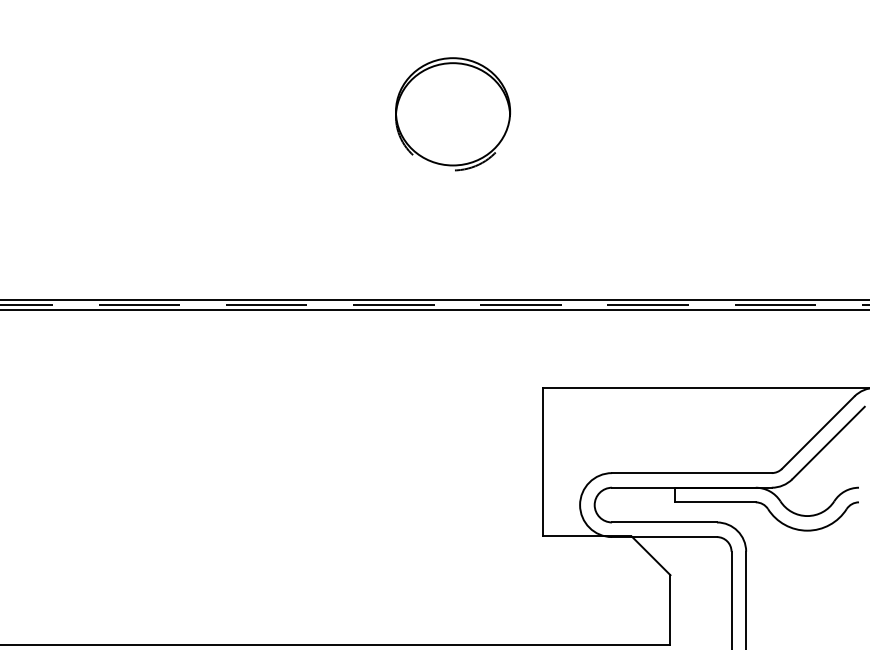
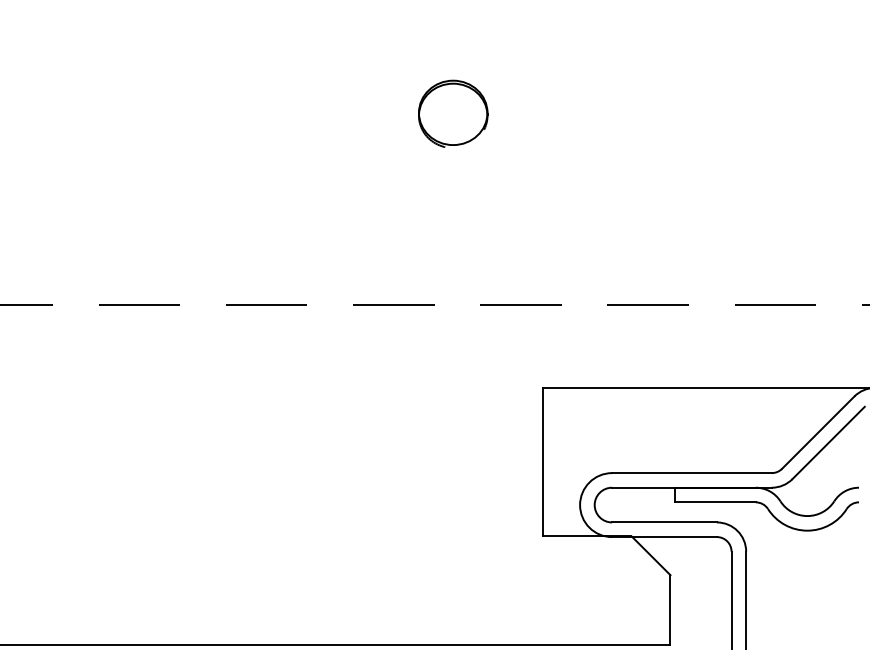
part at (453, 114) size: 117x115 px -> 71x69 px
line at (434, 299): present -> none
line at (434, 309): present -> none
